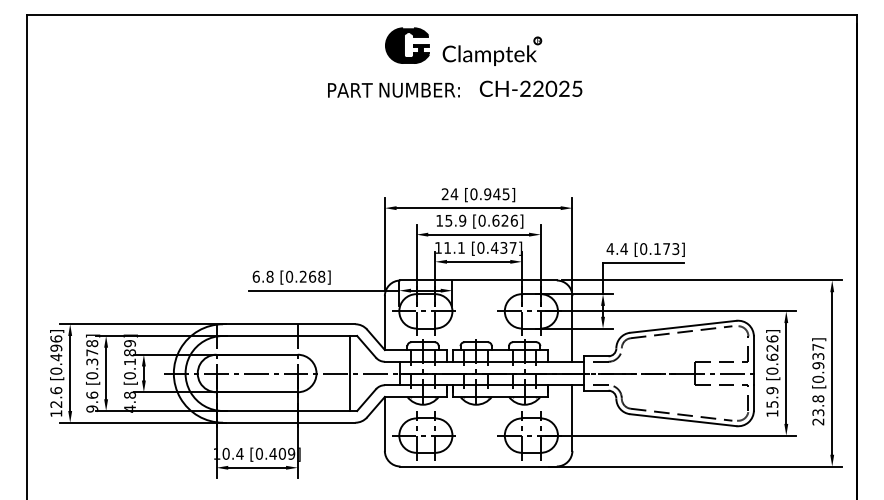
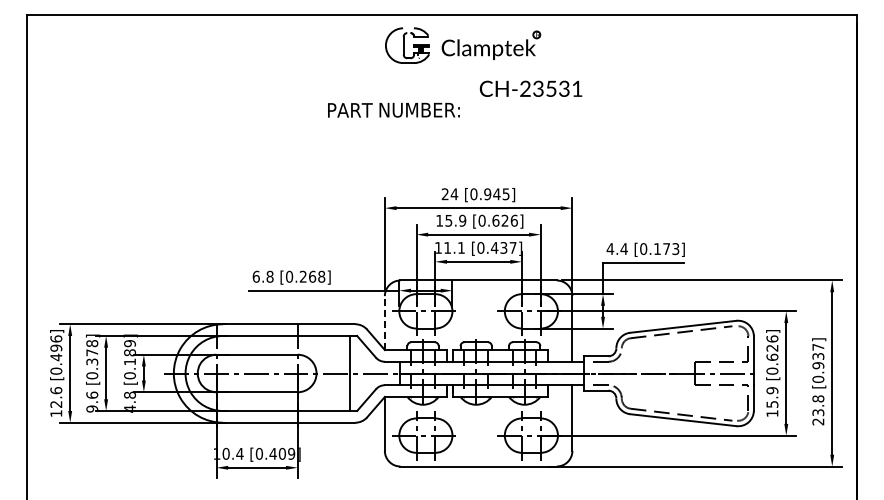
fill at (407, 45): present -> none
part at (492, 50) position: (492, 50) -> (491, 44)
text at (557, 88): CH-22025 -> CH-23531
text at (393, 89) position: (393, 89) -> (393, 109)
line at (384, 323): solid -> dashed
